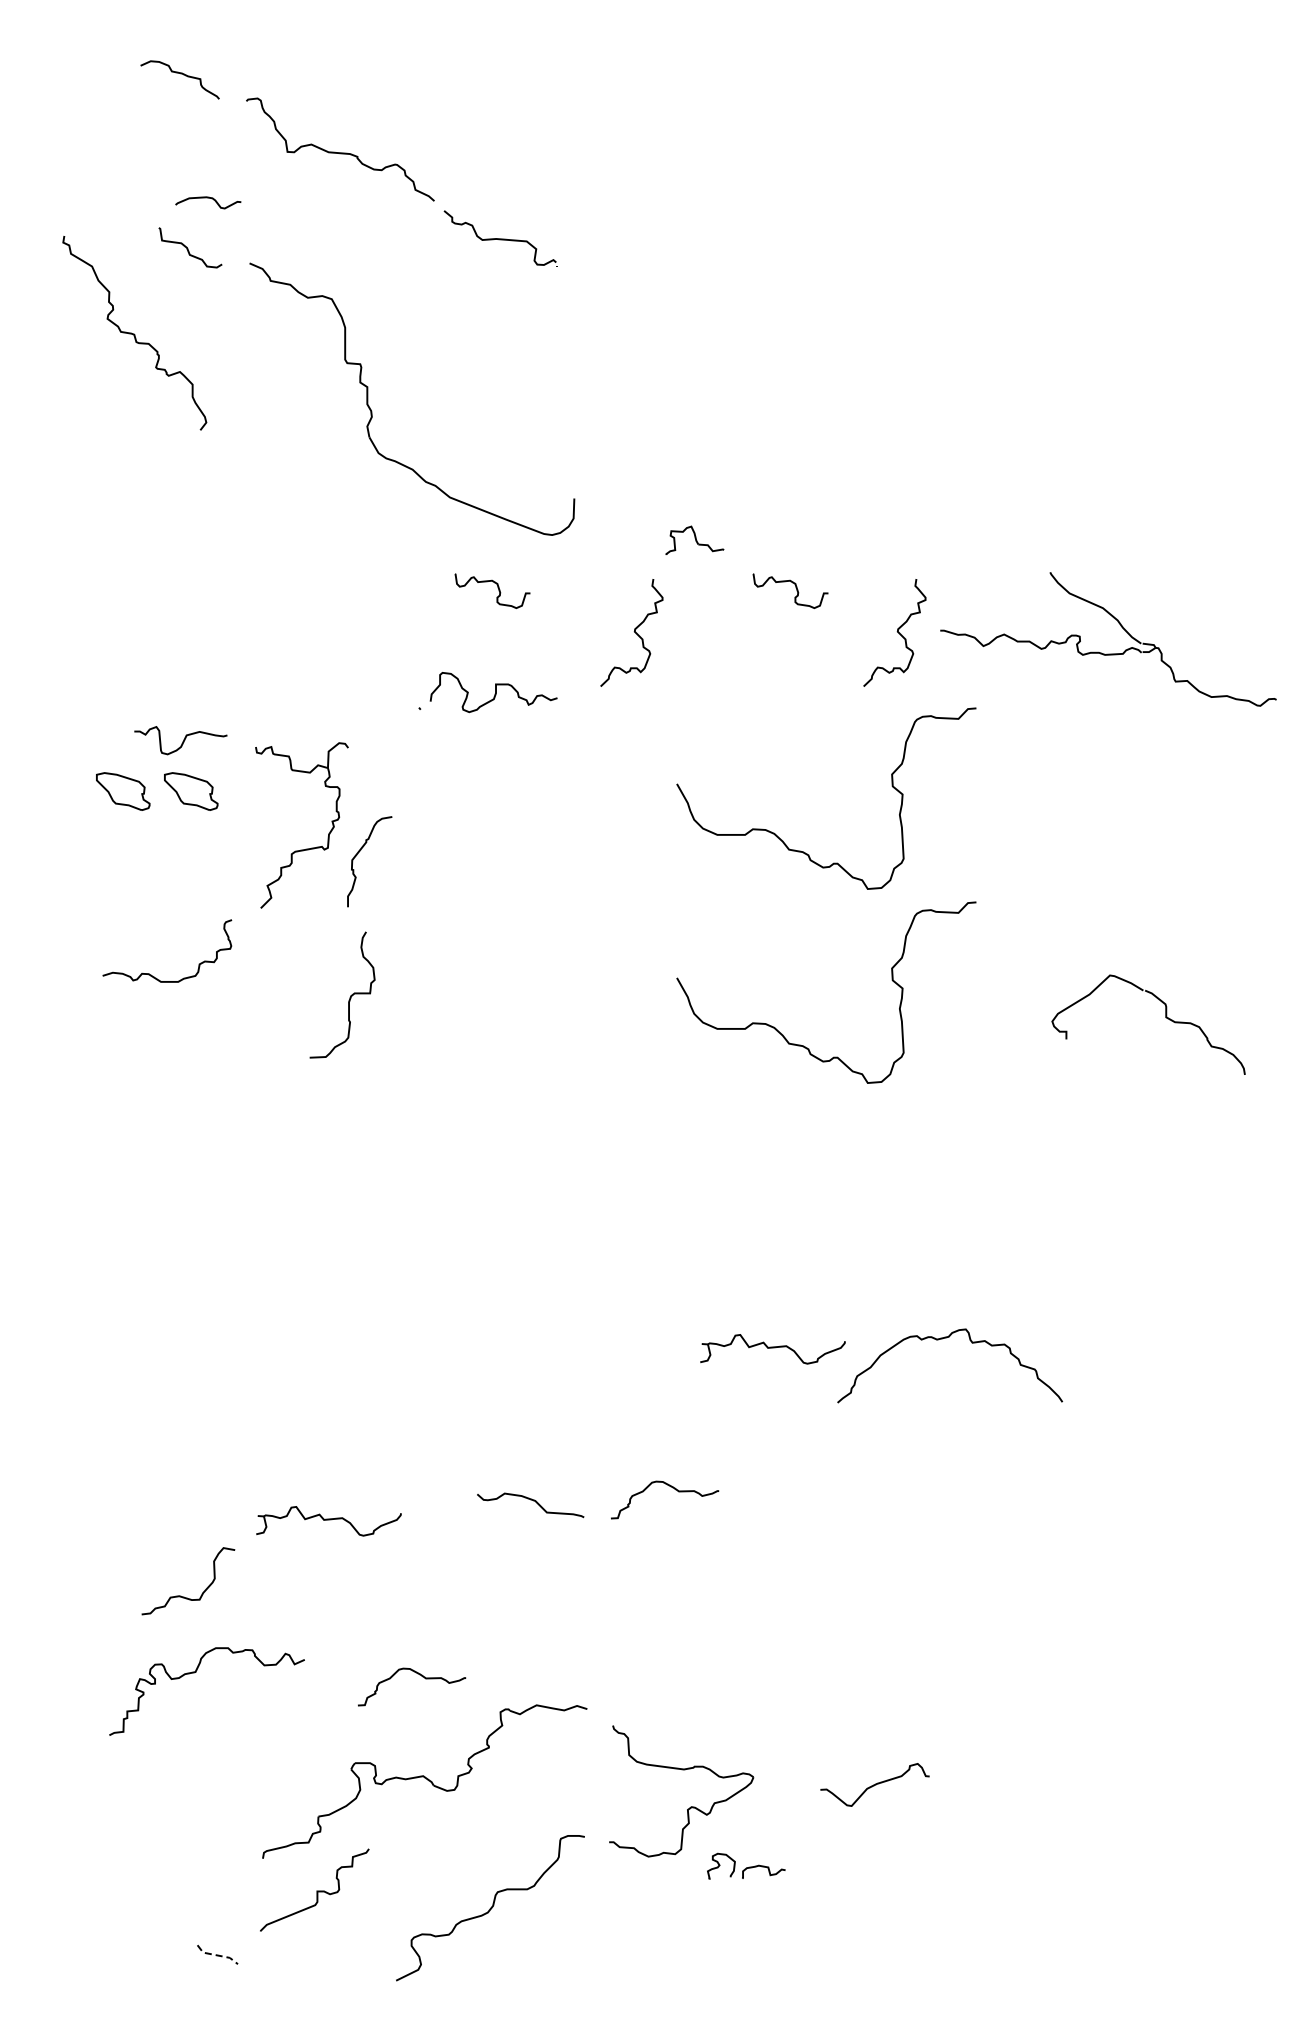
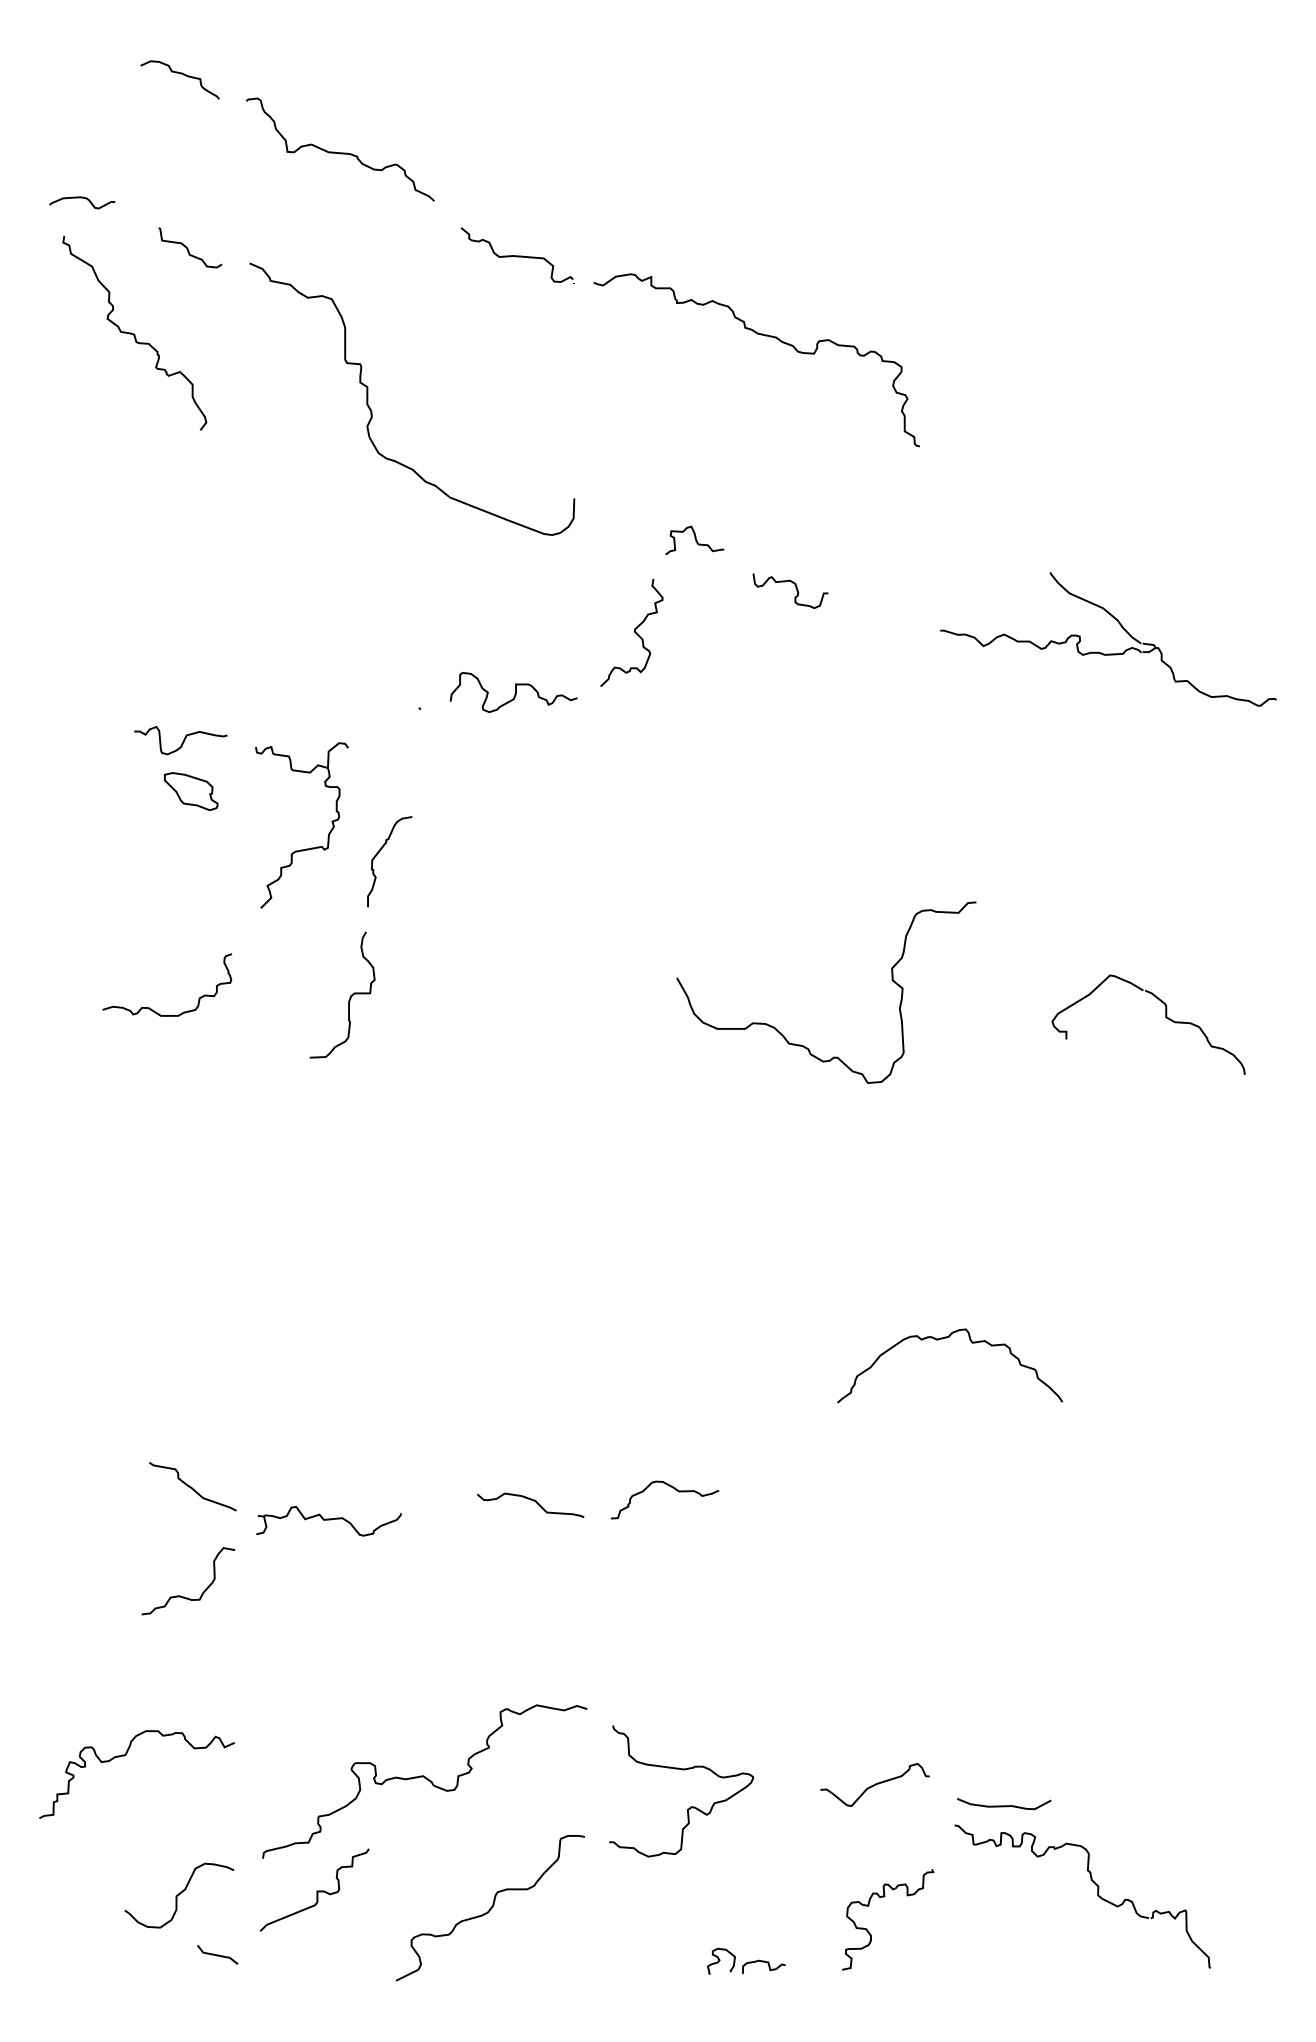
curve at (208, 198) position: (208, 198) -> (82, 198)
part at (500, 238) position: (500, 238) -> (517, 255)
curve at (760, 335): none -> present
curve at (497, 587): present -> none
curve at (896, 631): present -> none
curve at (495, 692) position: (495, 692) -> (515, 692)
part at (123, 791): present -> none
curve at (803, 851): present -> none
curve at (357, 855) position: (357, 855) -> (377, 855)
curve at (151, 974) position: (151, 974) -> (151, 1008)
part at (772, 1349): present -> none
curve at (191, 1486): none -> present
curve at (196, 1672) position: (196, 1672) -> (126, 1755)
curve at (417, 1674): present -> none
curve at (1004, 1805): none -> present
part at (746, 1865) position: (746, 1865) -> (746, 1960)
curve at (179, 1895): none -> present
part at (1097, 1896): none -> present
part at (884, 1897): none -> present
line at (217, 1955): dashed -> solid
